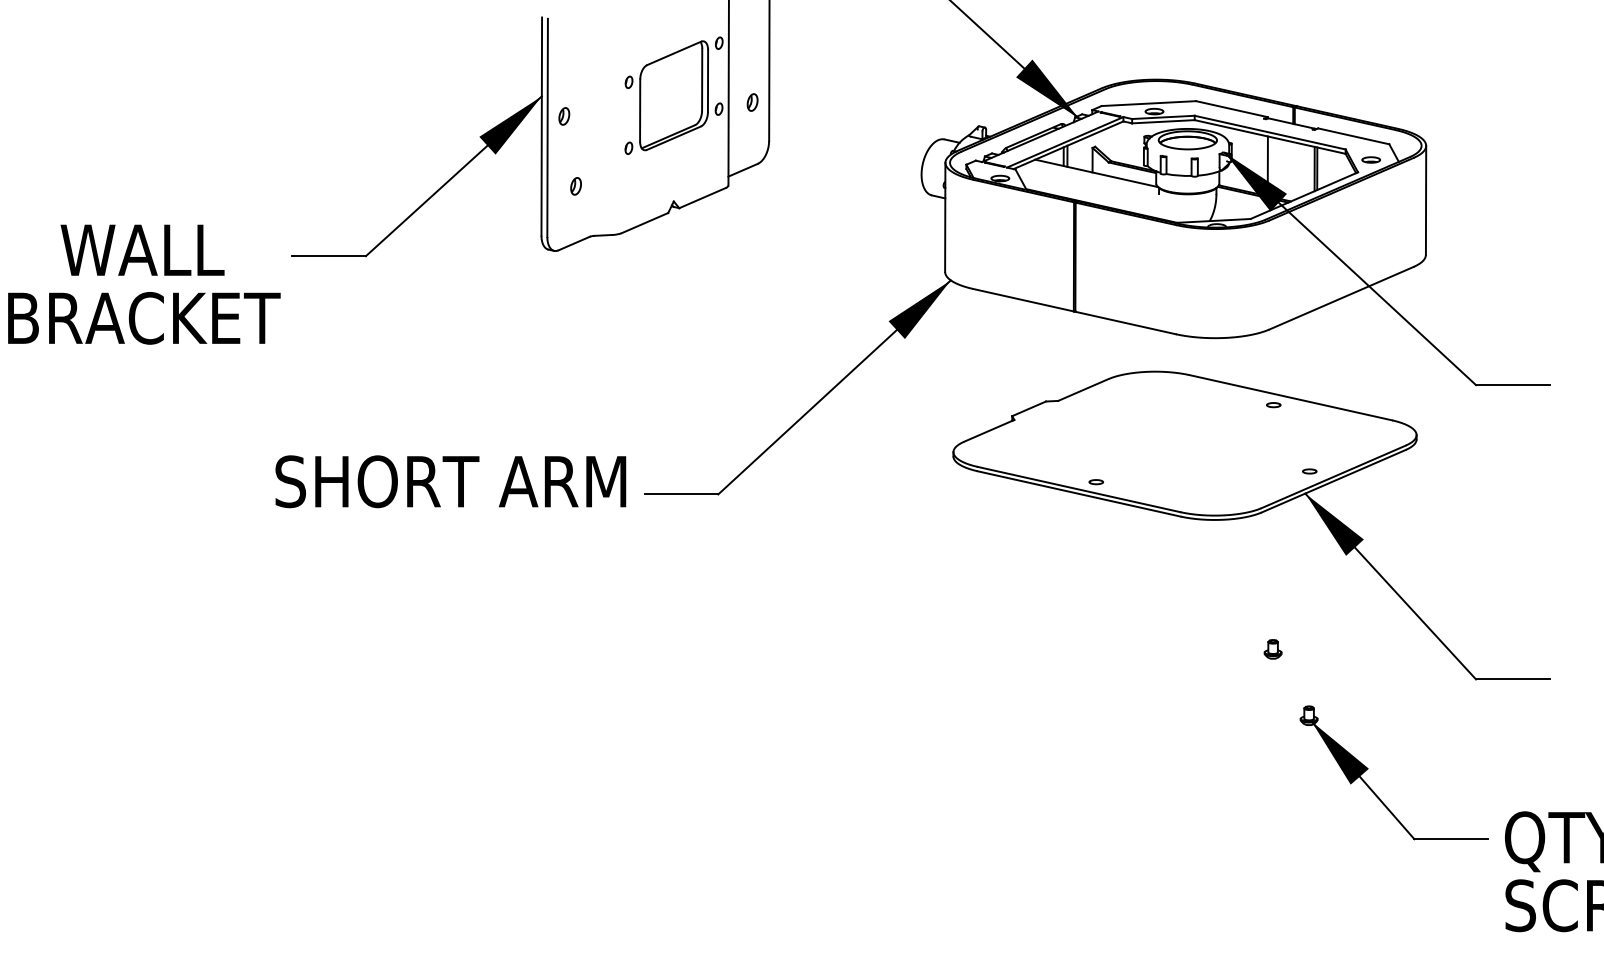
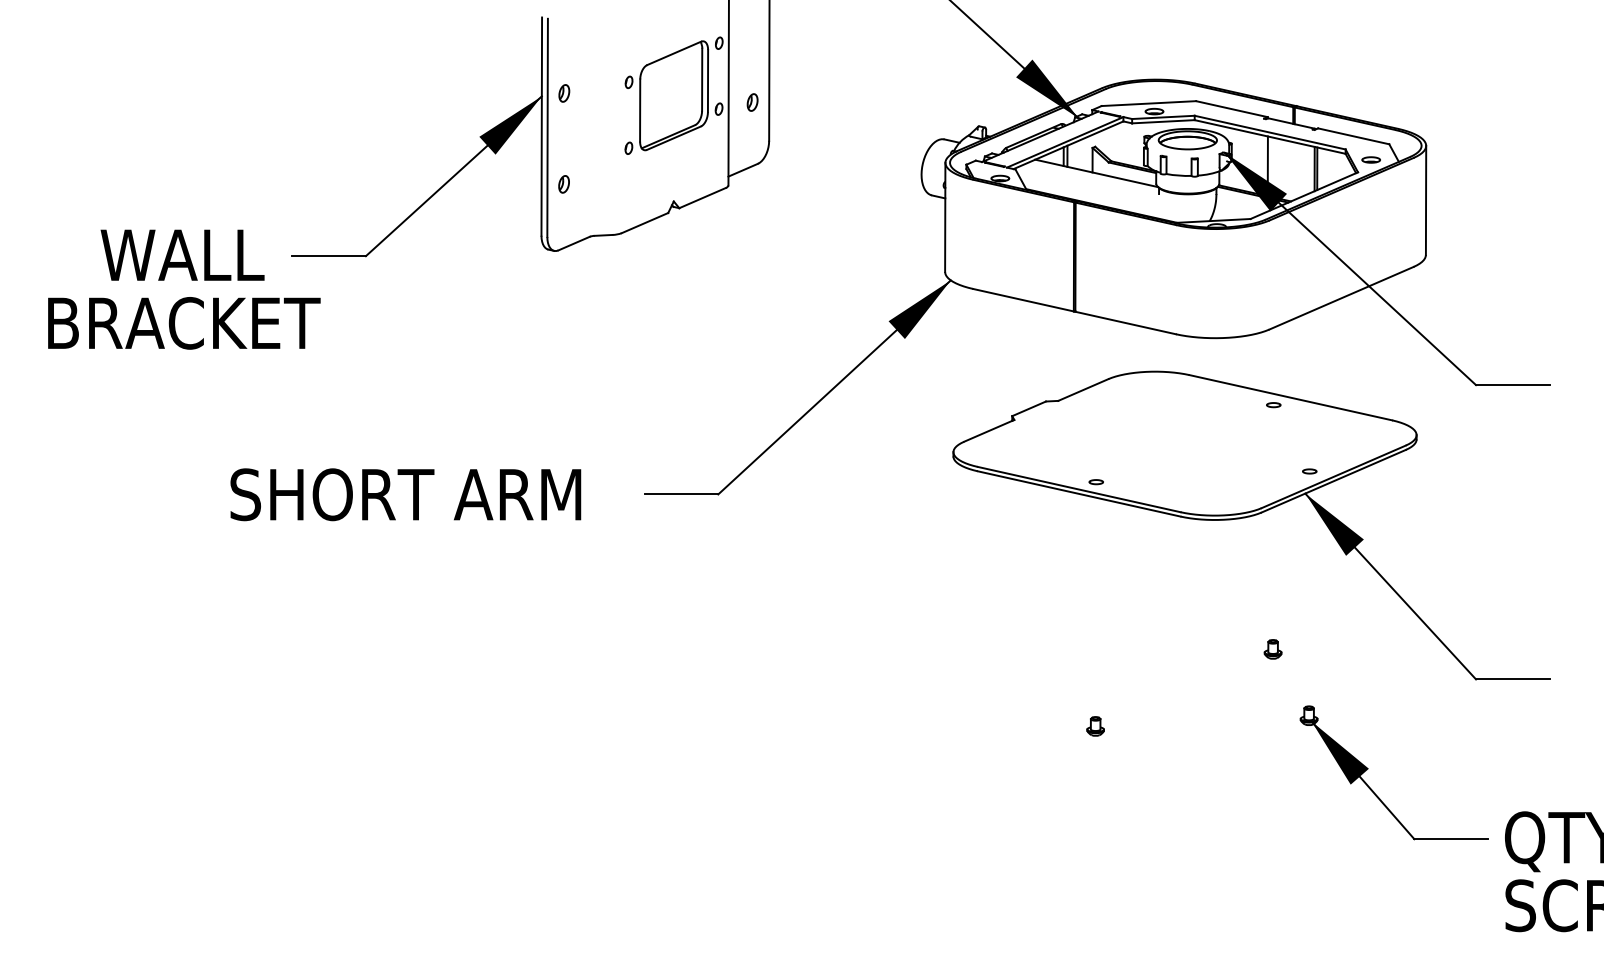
part at (564, 116) position: (564, 116) -> (564, 93)
part at (575, 186) position: (575, 186) -> (563, 184)
text at (144, 284) position: (144, 284) -> (184, 289)
text at (450, 481) position: (450, 481) -> (405, 494)
part at (1095, 726): none -> present
